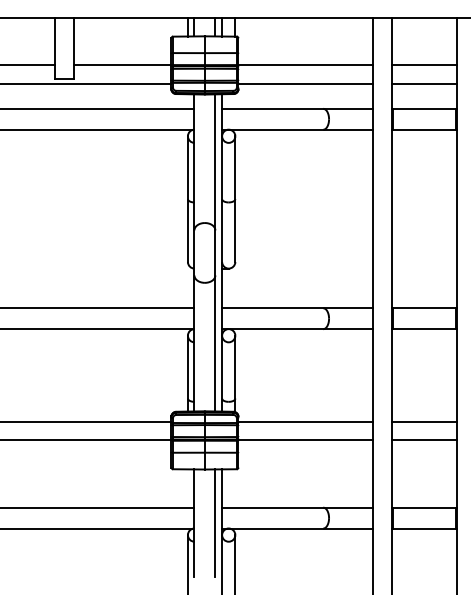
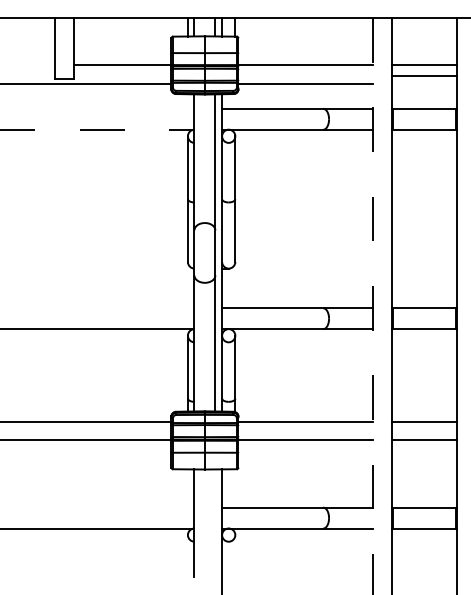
line at (28, 65): present -> none
line at (423, 84) position: (423, 84) -> (423, 76)
line at (98, 108): present -> none
line at (96, 129): solid -> dashed
line at (373, 306): solid -> dashed
line at (98, 308): present -> none
line at (98, 507): present -> none
line at (215, 523): present -> none
line at (187, 563): present -> none
line at (235, 563): present -> none
